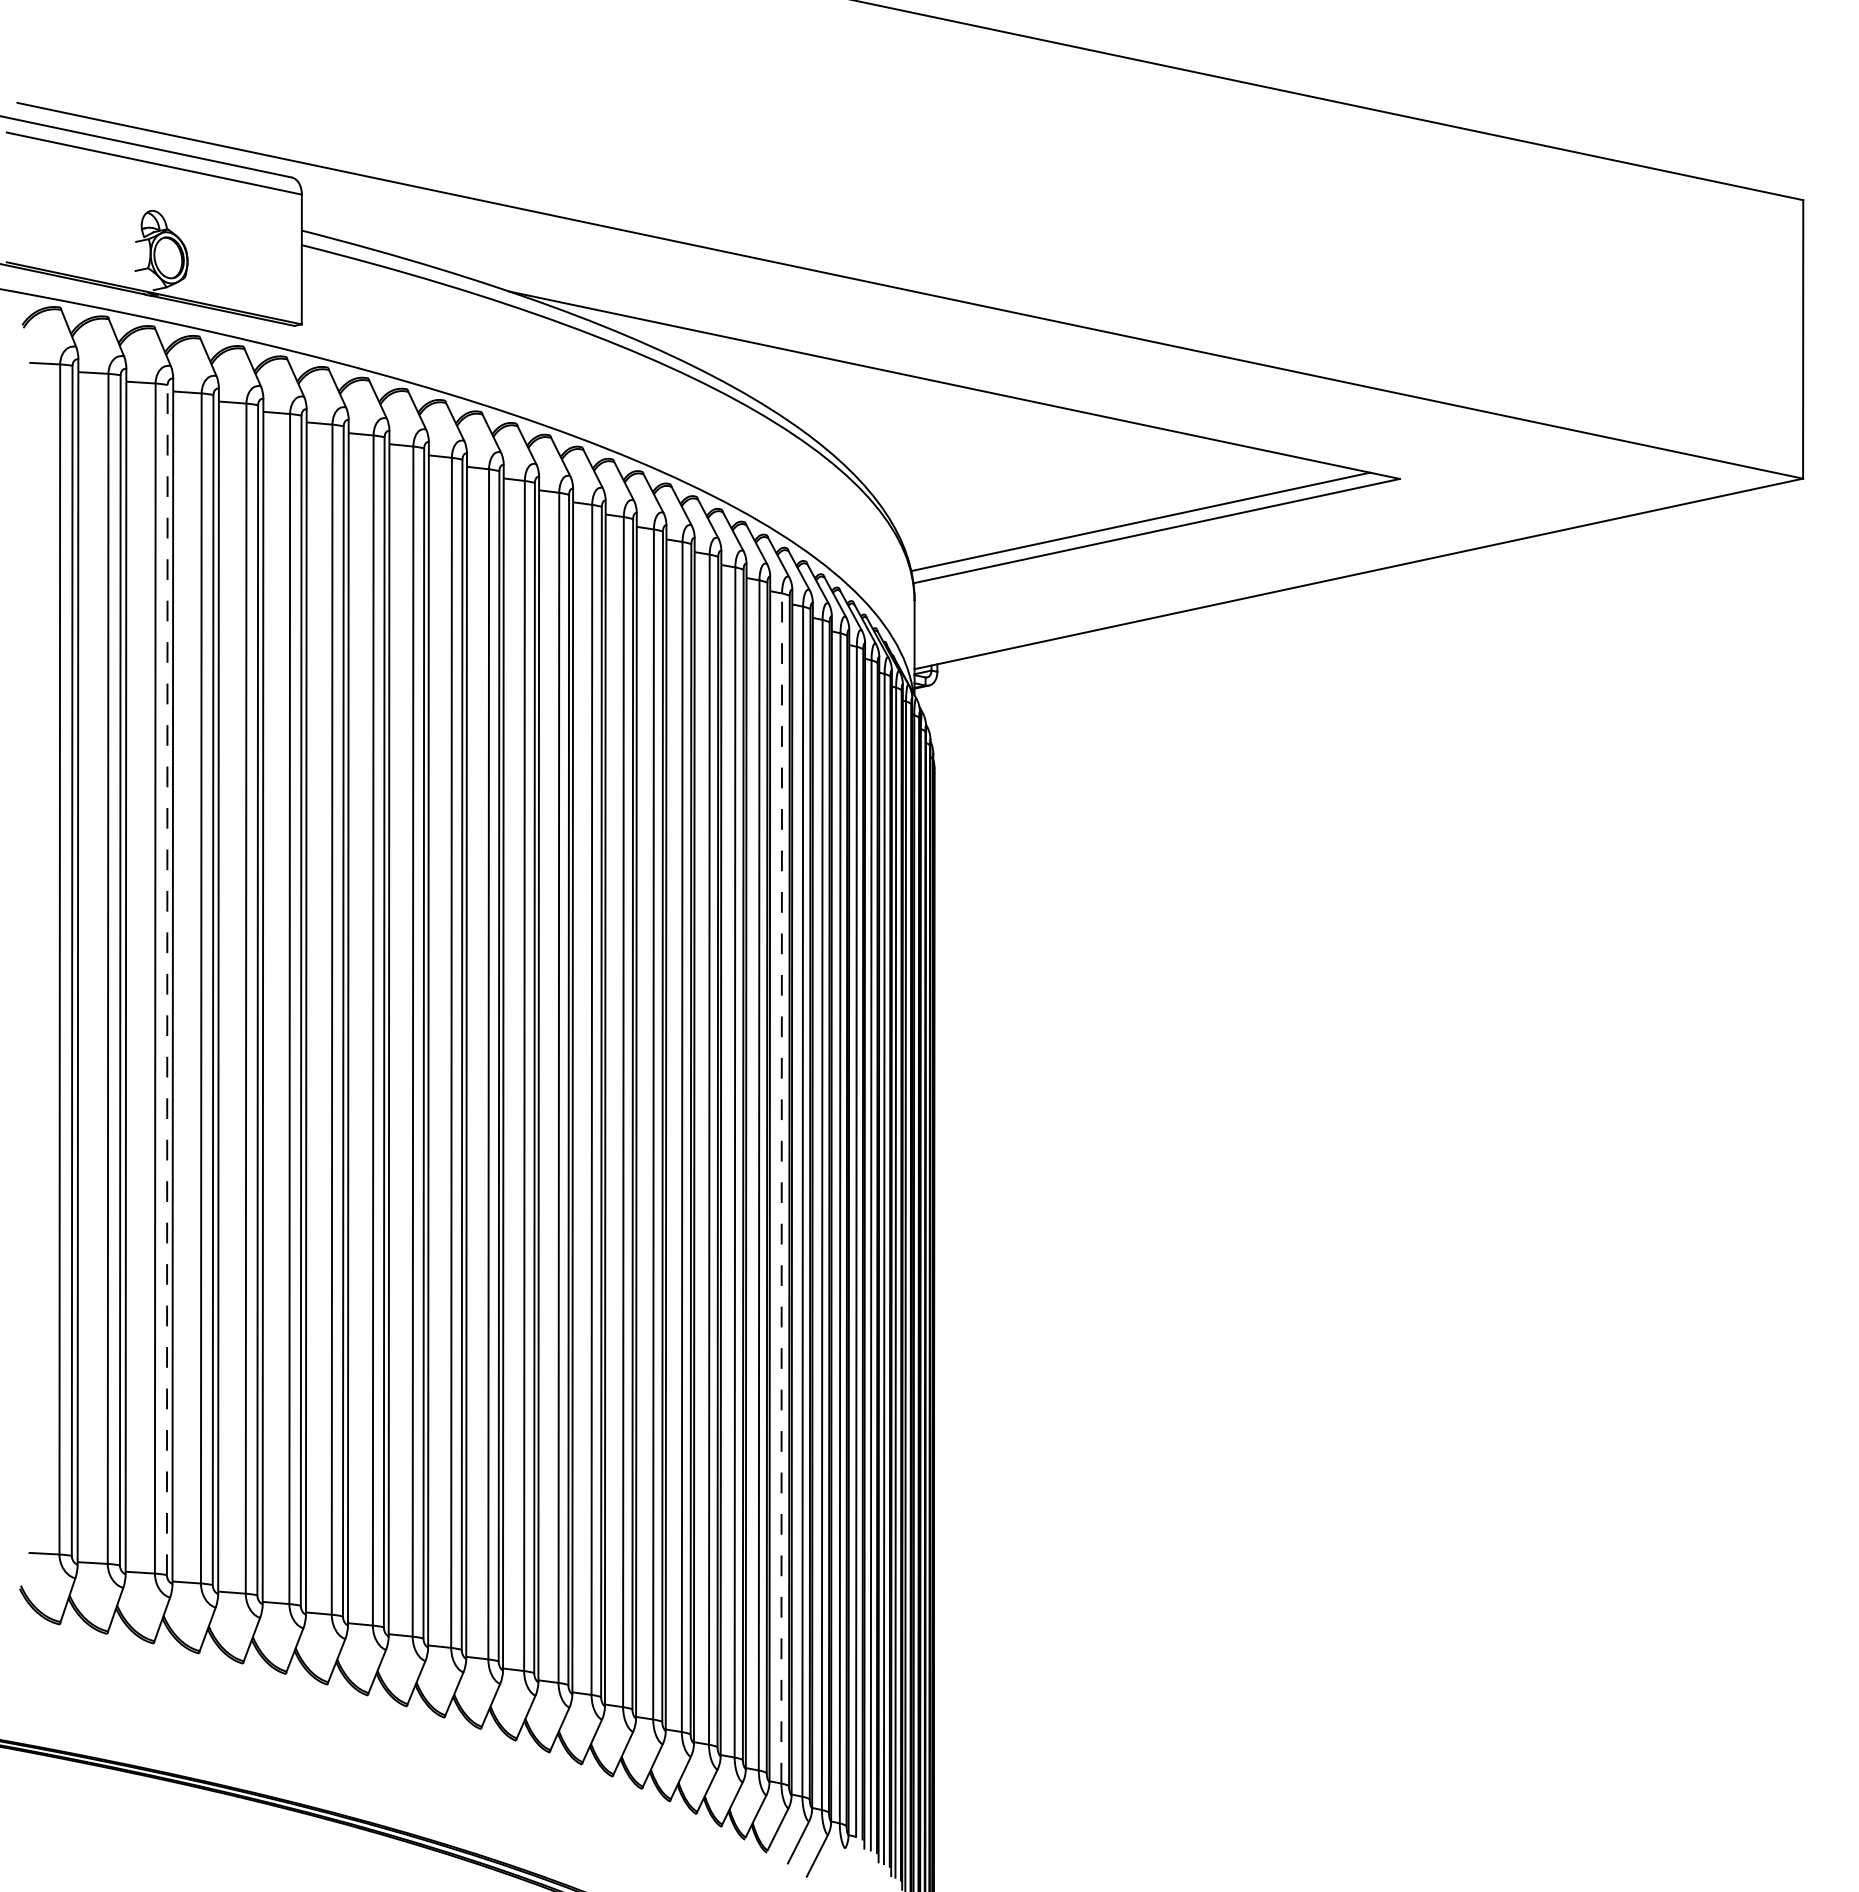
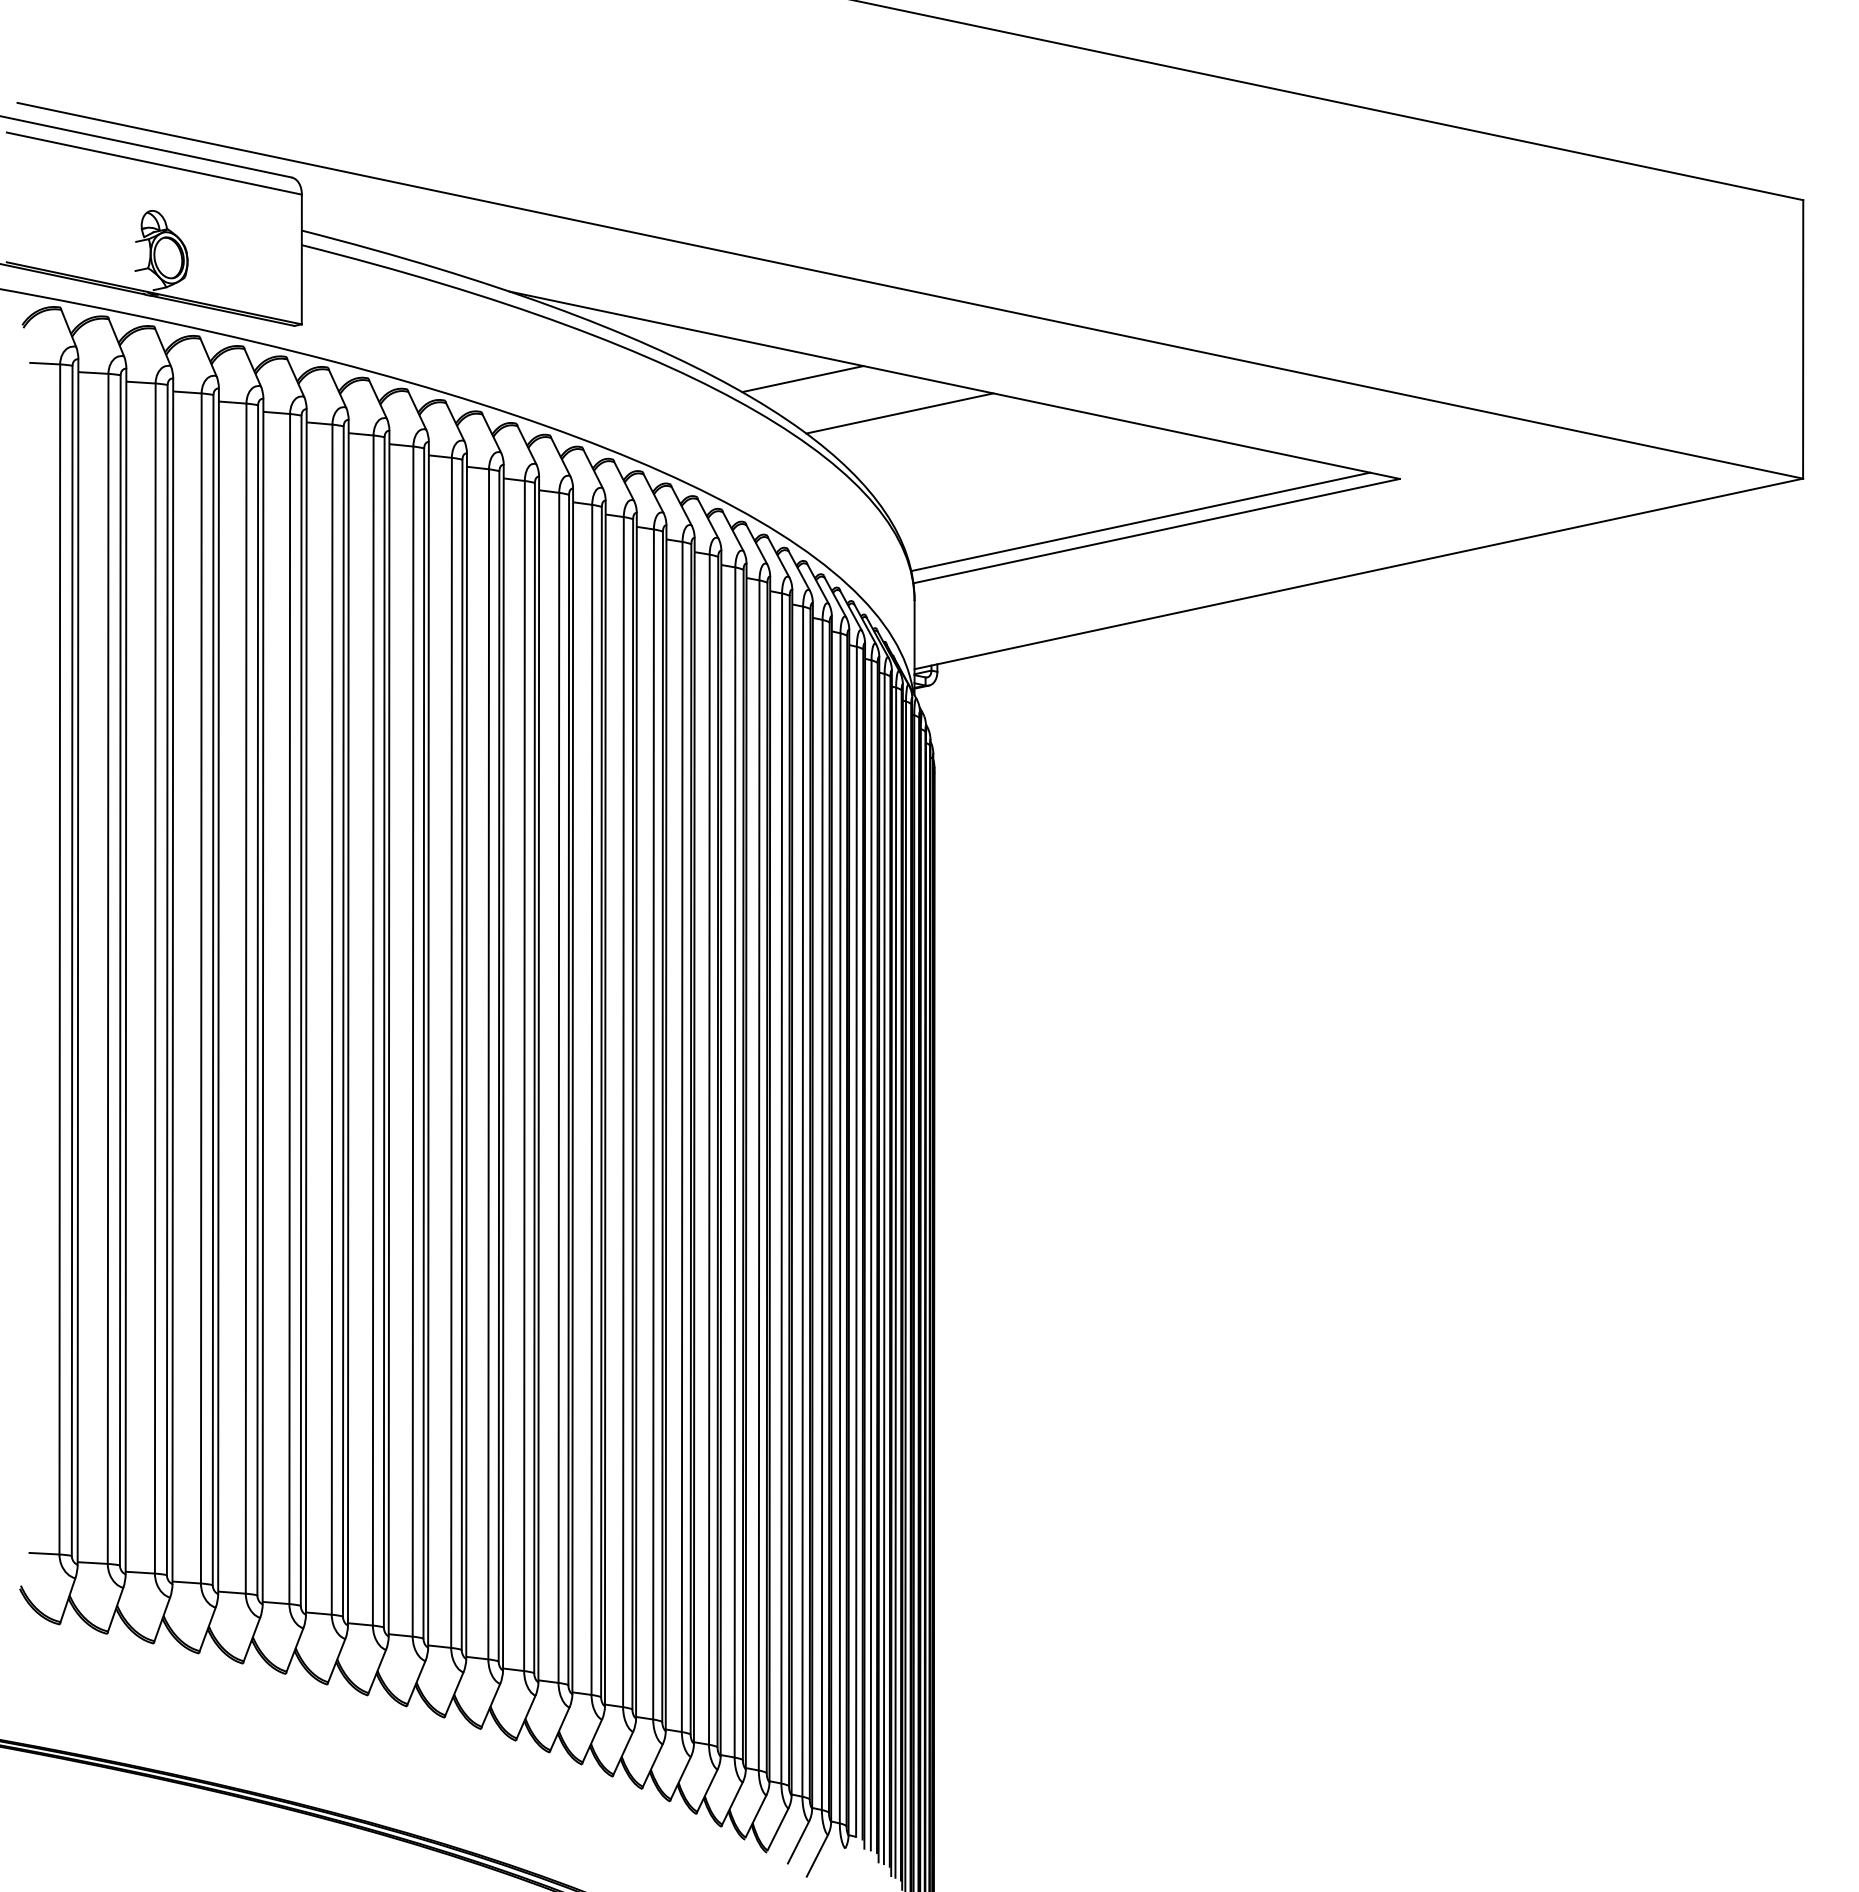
line at (802, 379): none -> present
line at (899, 413): none -> present
line at (167, 979): dashed -> solid
line at (781, 1188): dashed -> solid
